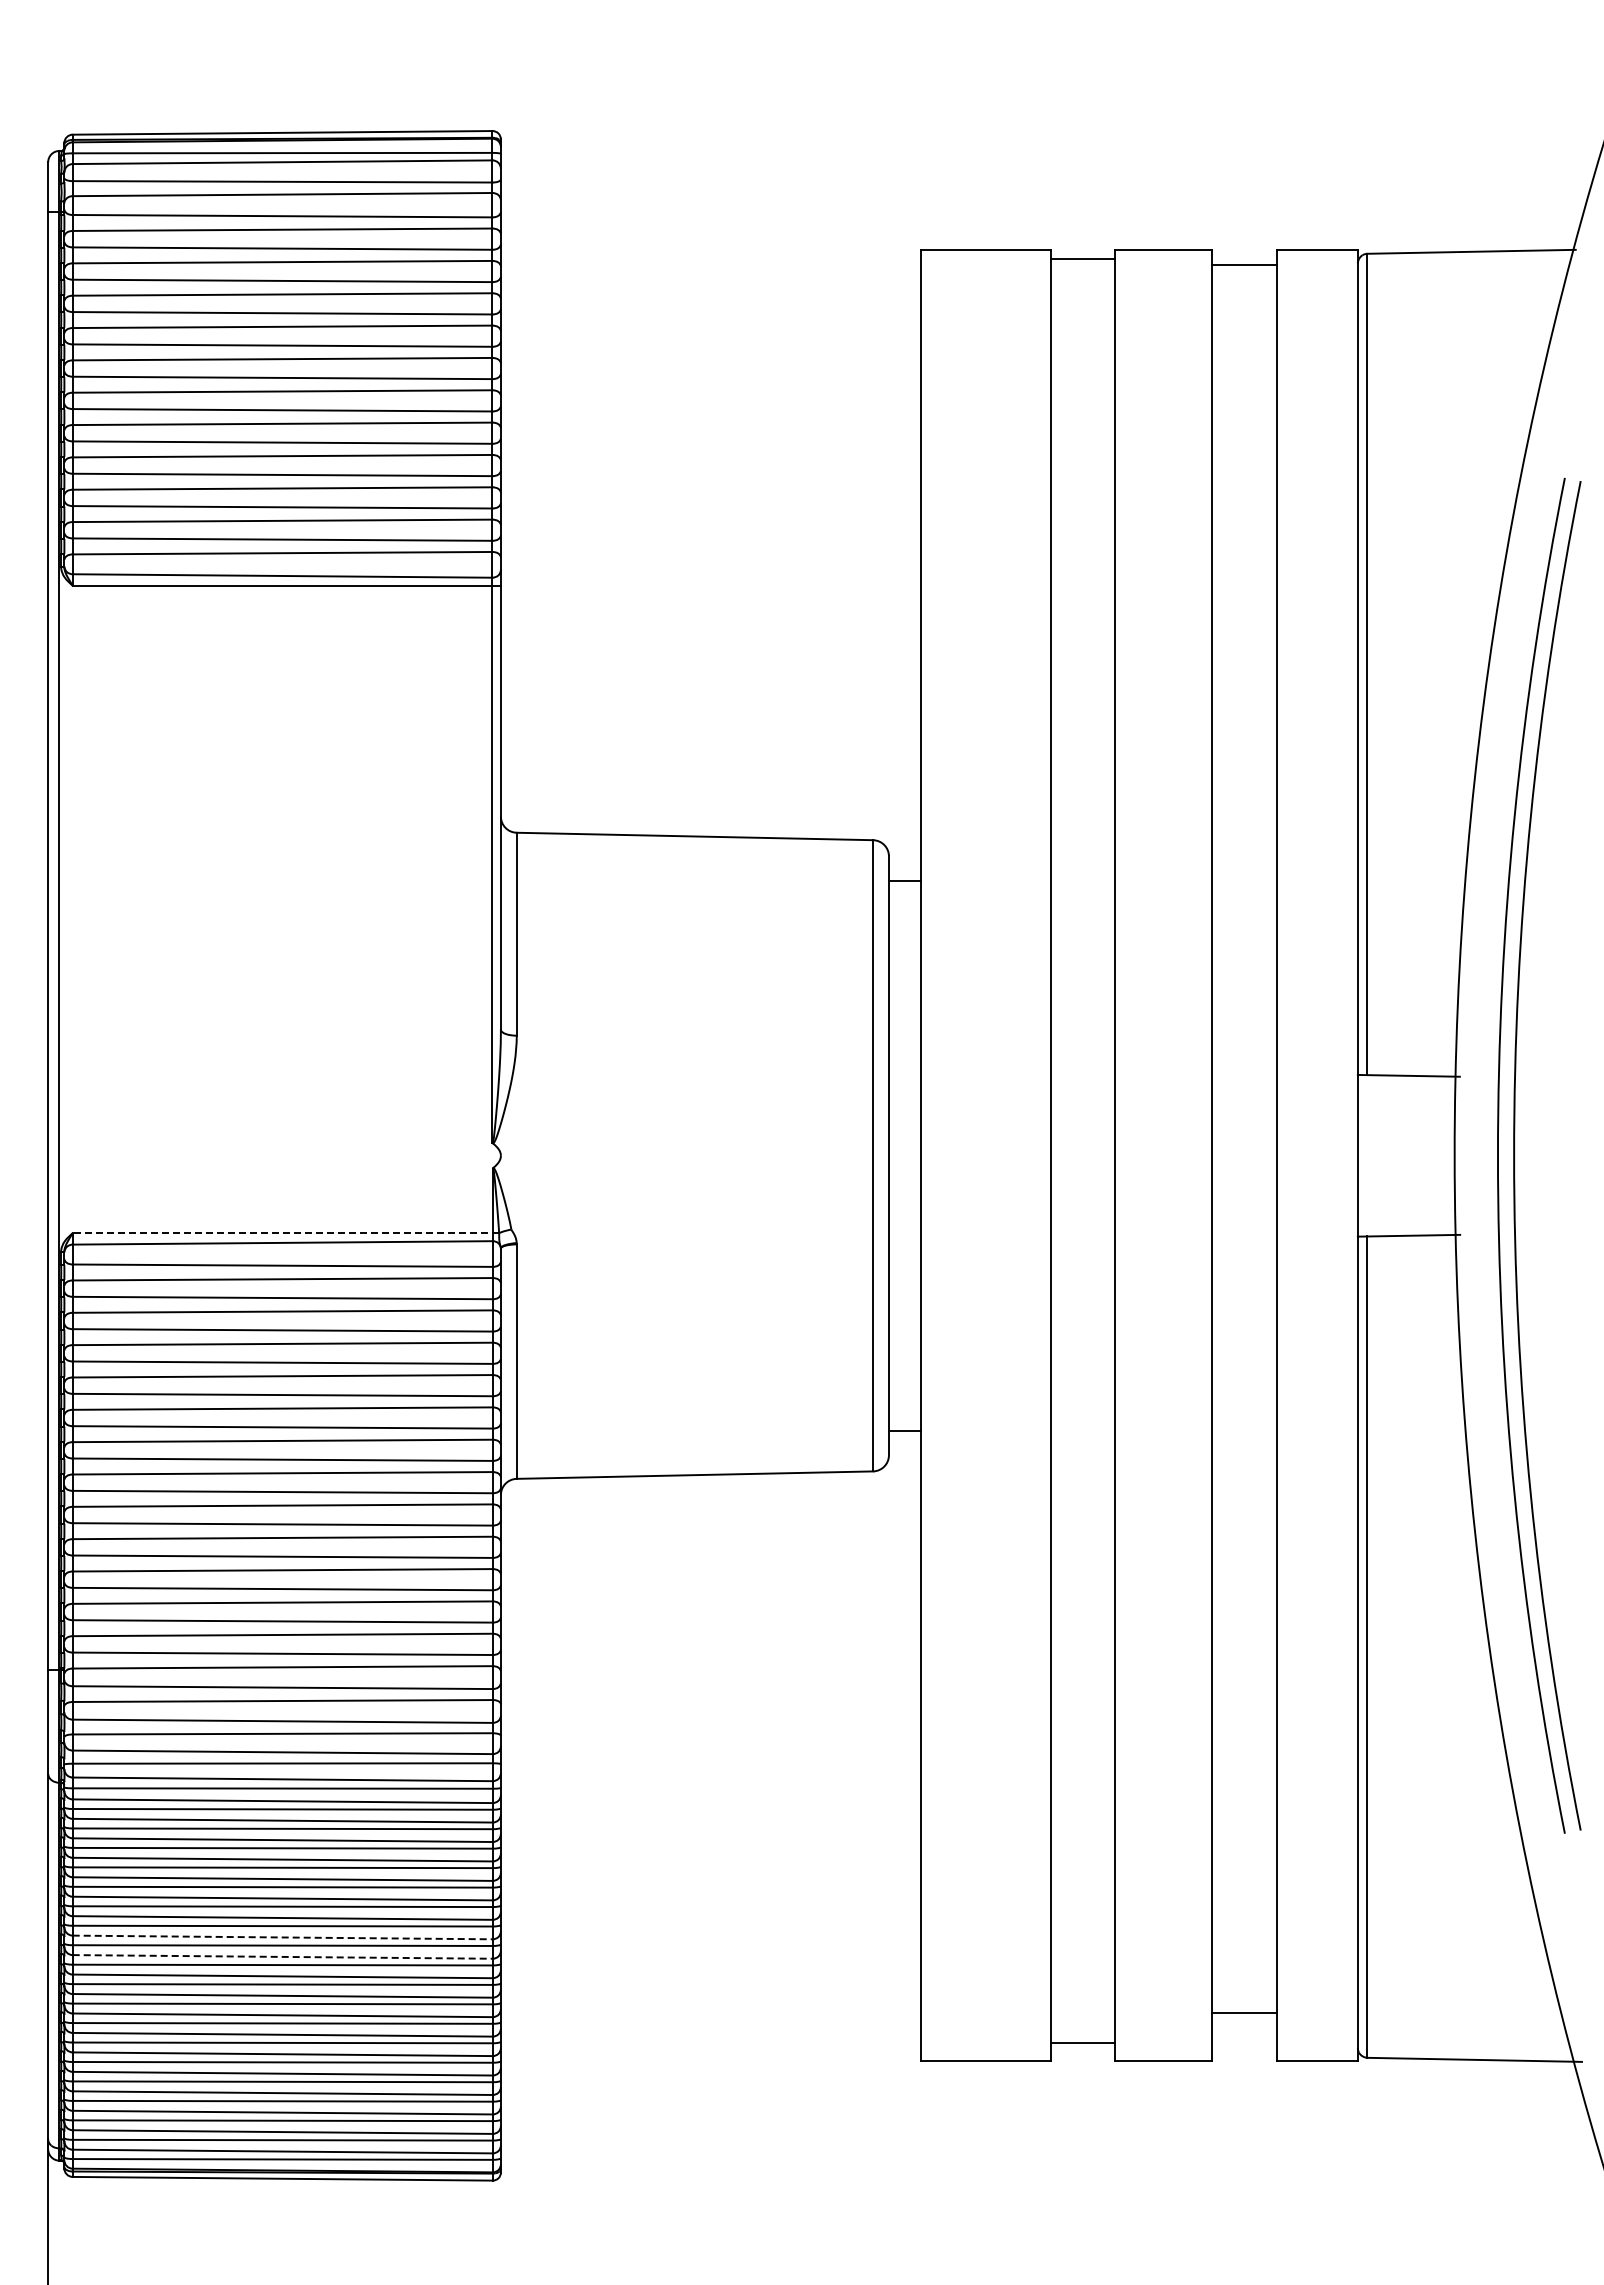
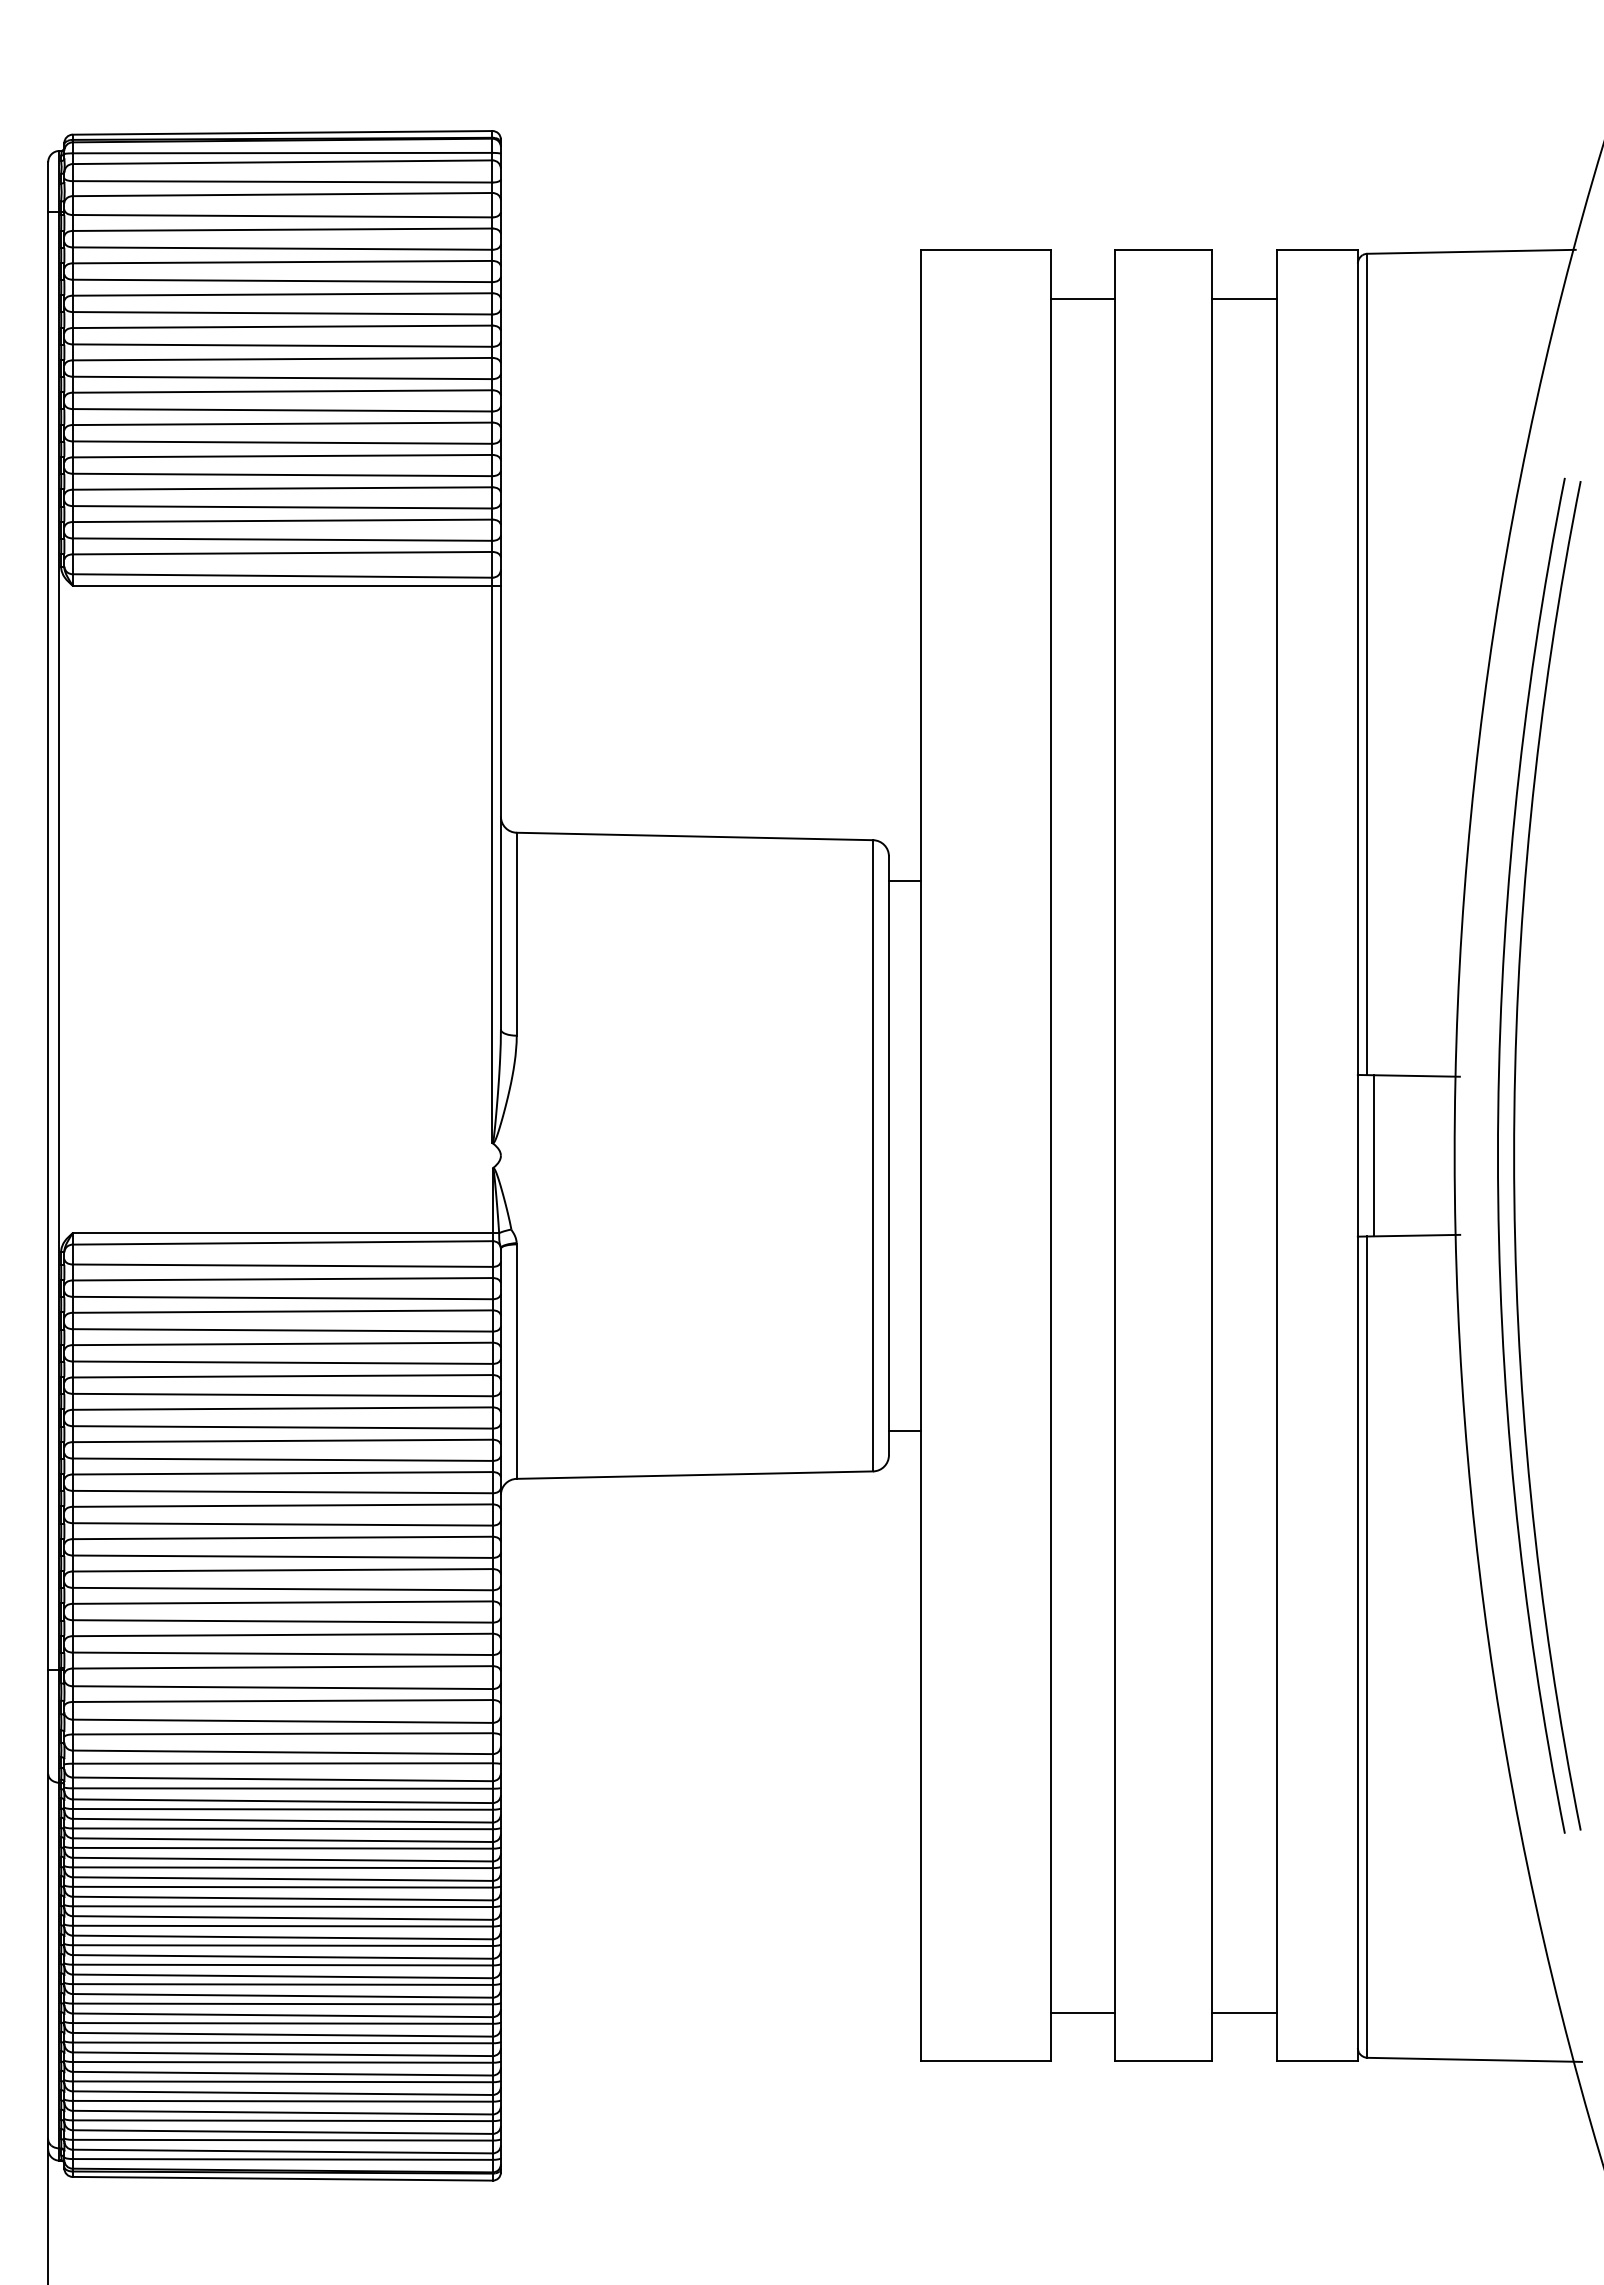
line at (1082, 258) position: (1082, 258) -> (1082, 298)
line at (1244, 264) position: (1244, 264) -> (1244, 298)
line at (1373, 1155): none -> present
line at (285, 1233): dashed -> solid
line at (283, 1937): dashed -> solid
line at (283, 1956): dashed -> solid
line at (1082, 2042) position: (1082, 2042) -> (1082, 2012)
